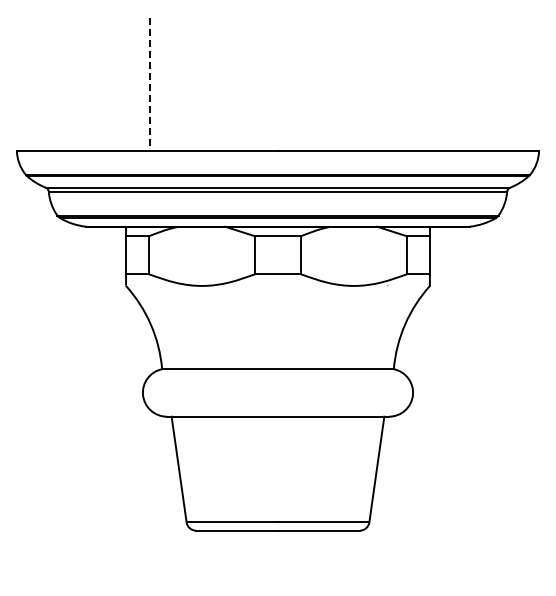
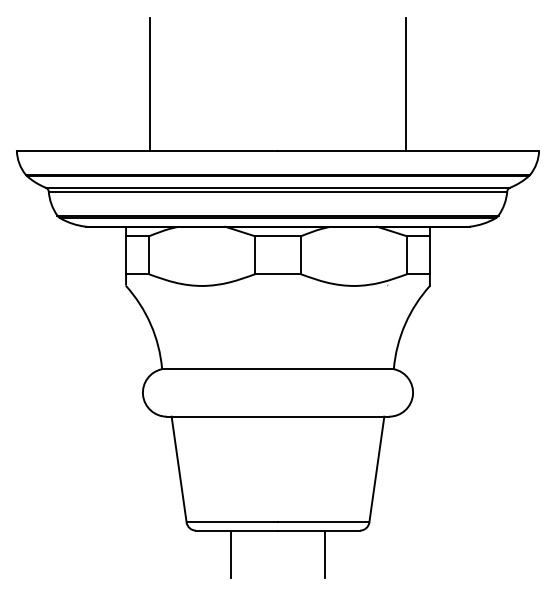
line at (406, 83): none -> present
line at (149, 84): dashed -> solid
line at (230, 554): none -> present
line at (325, 554): none -> present
